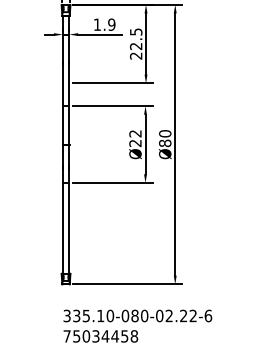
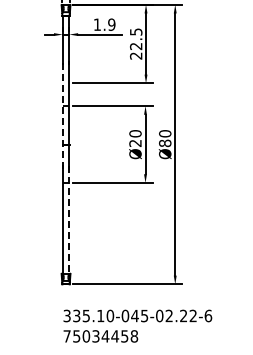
line at (62, 114): solid -> dashed
text at (135, 133): Ø22 -> Ø20
line at (69, 219): solid -> dashed
text at (139, 315): 335.10-080-02.22-6 -> 335.10-045-02.22-6
